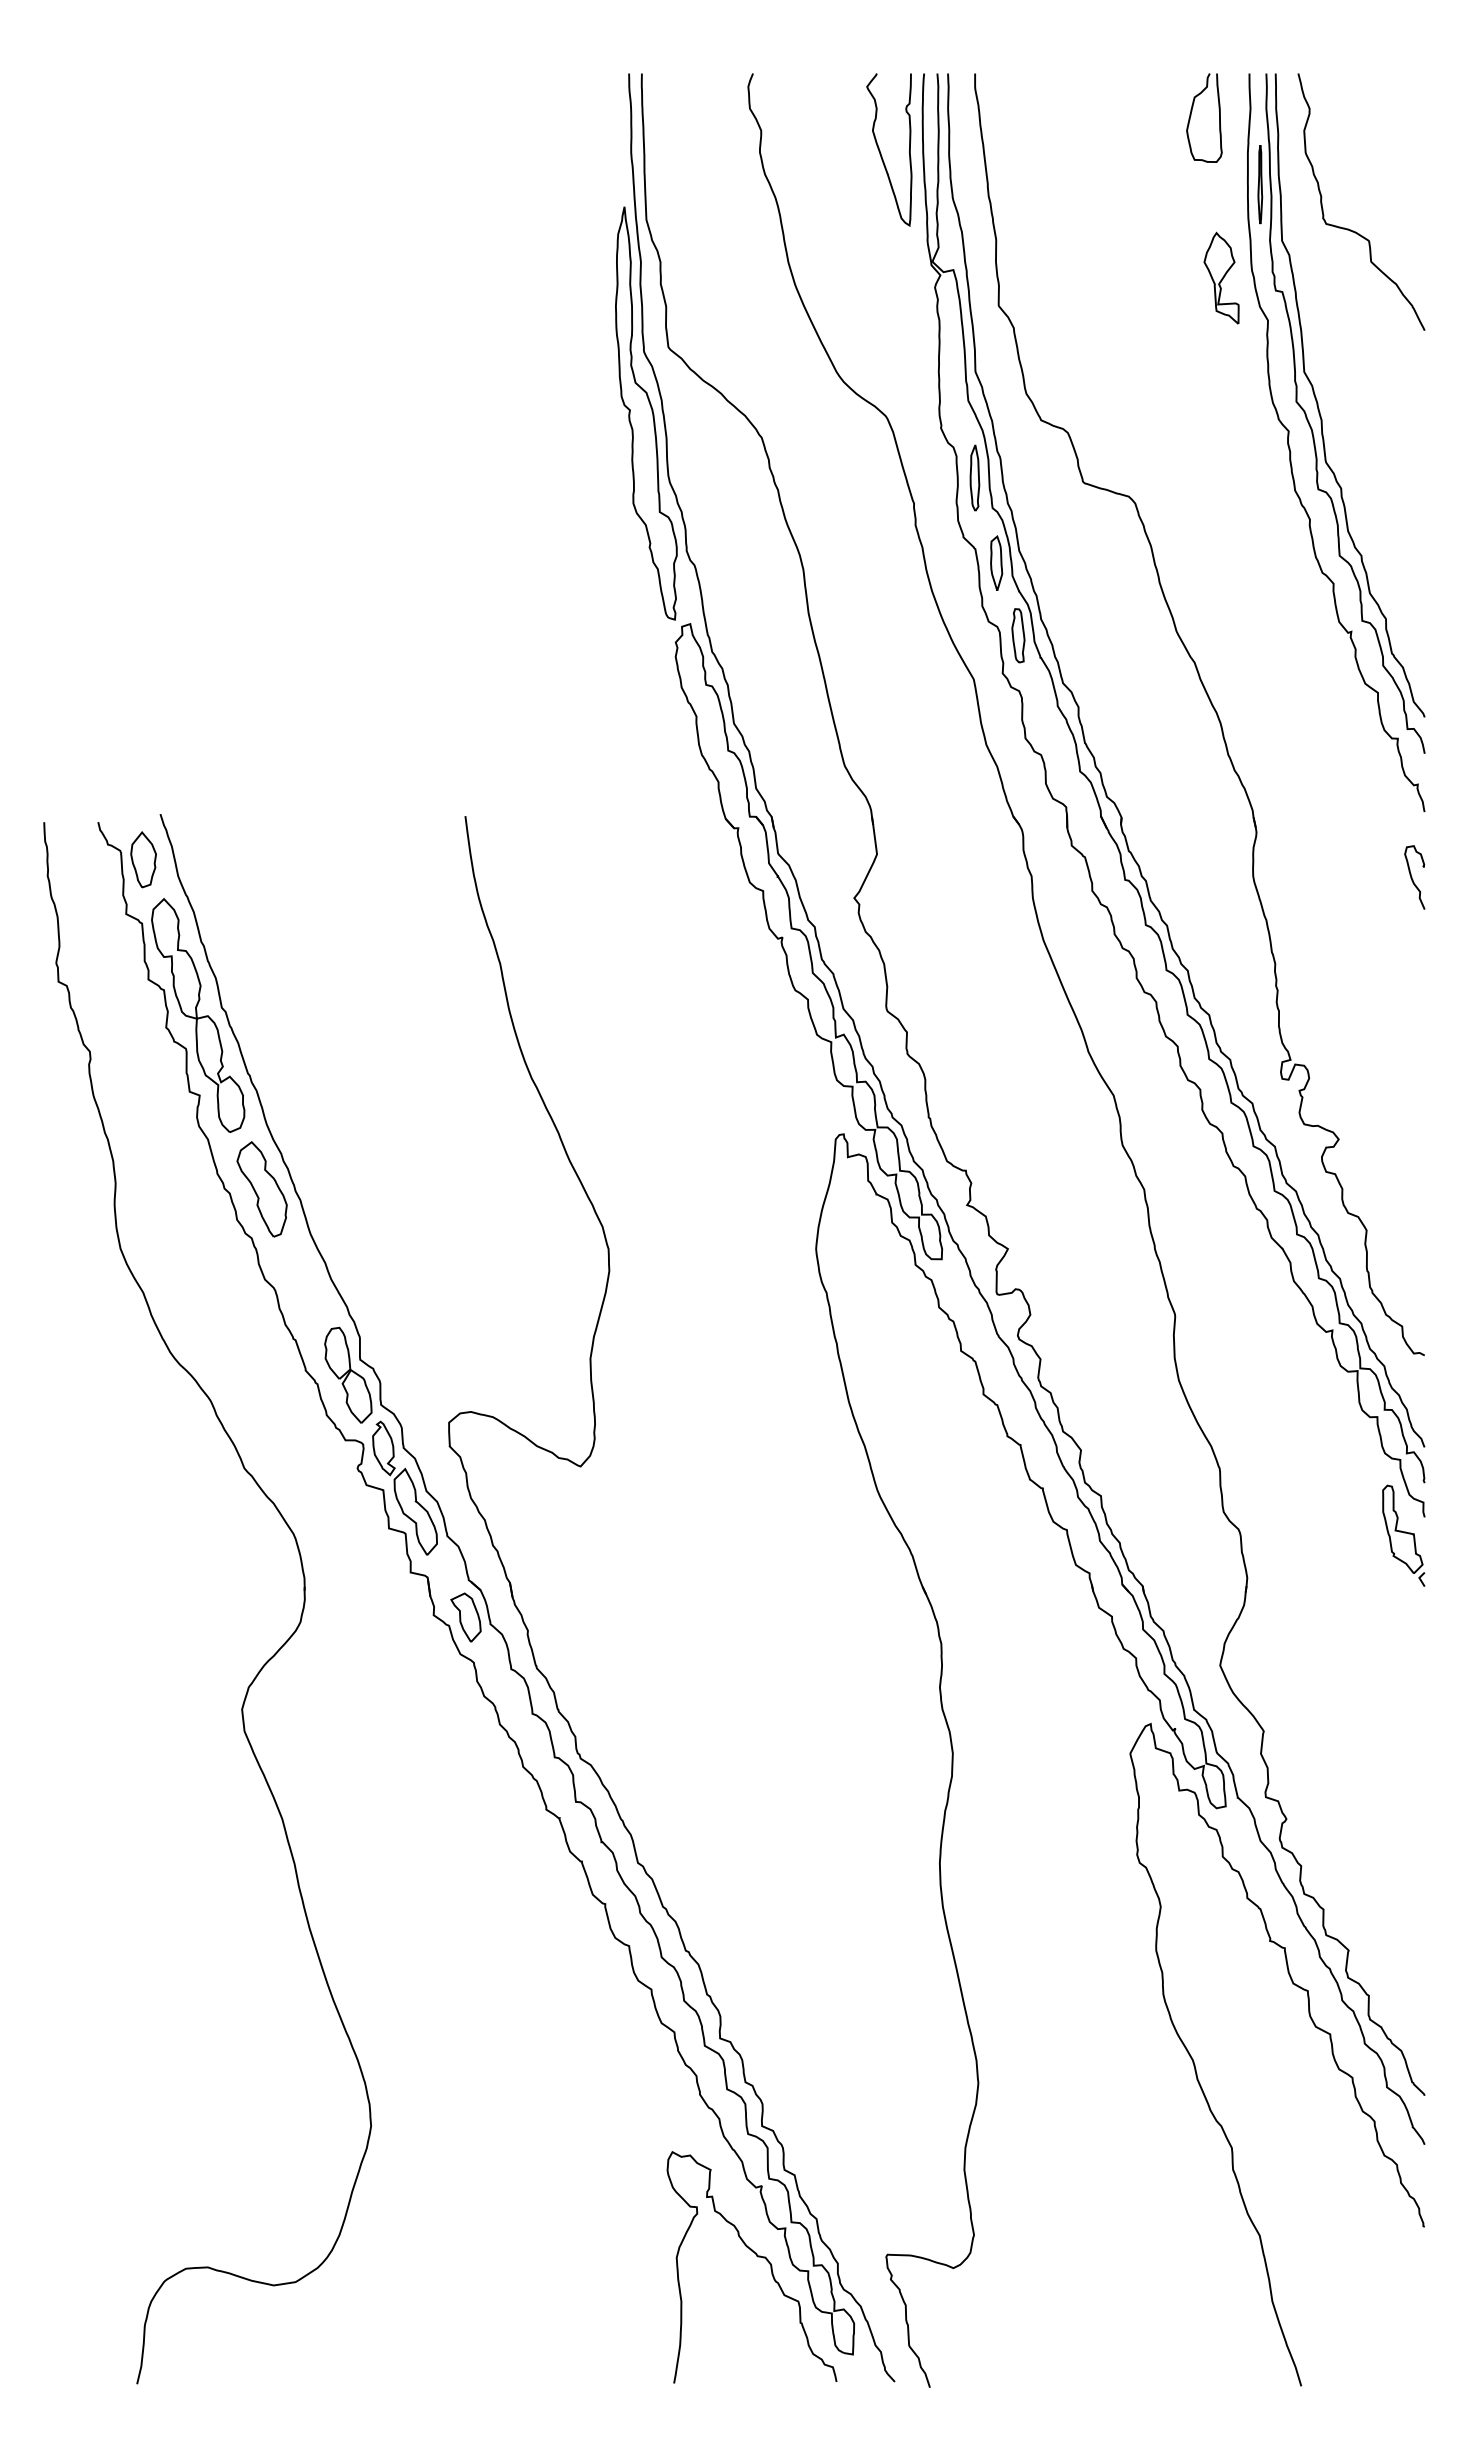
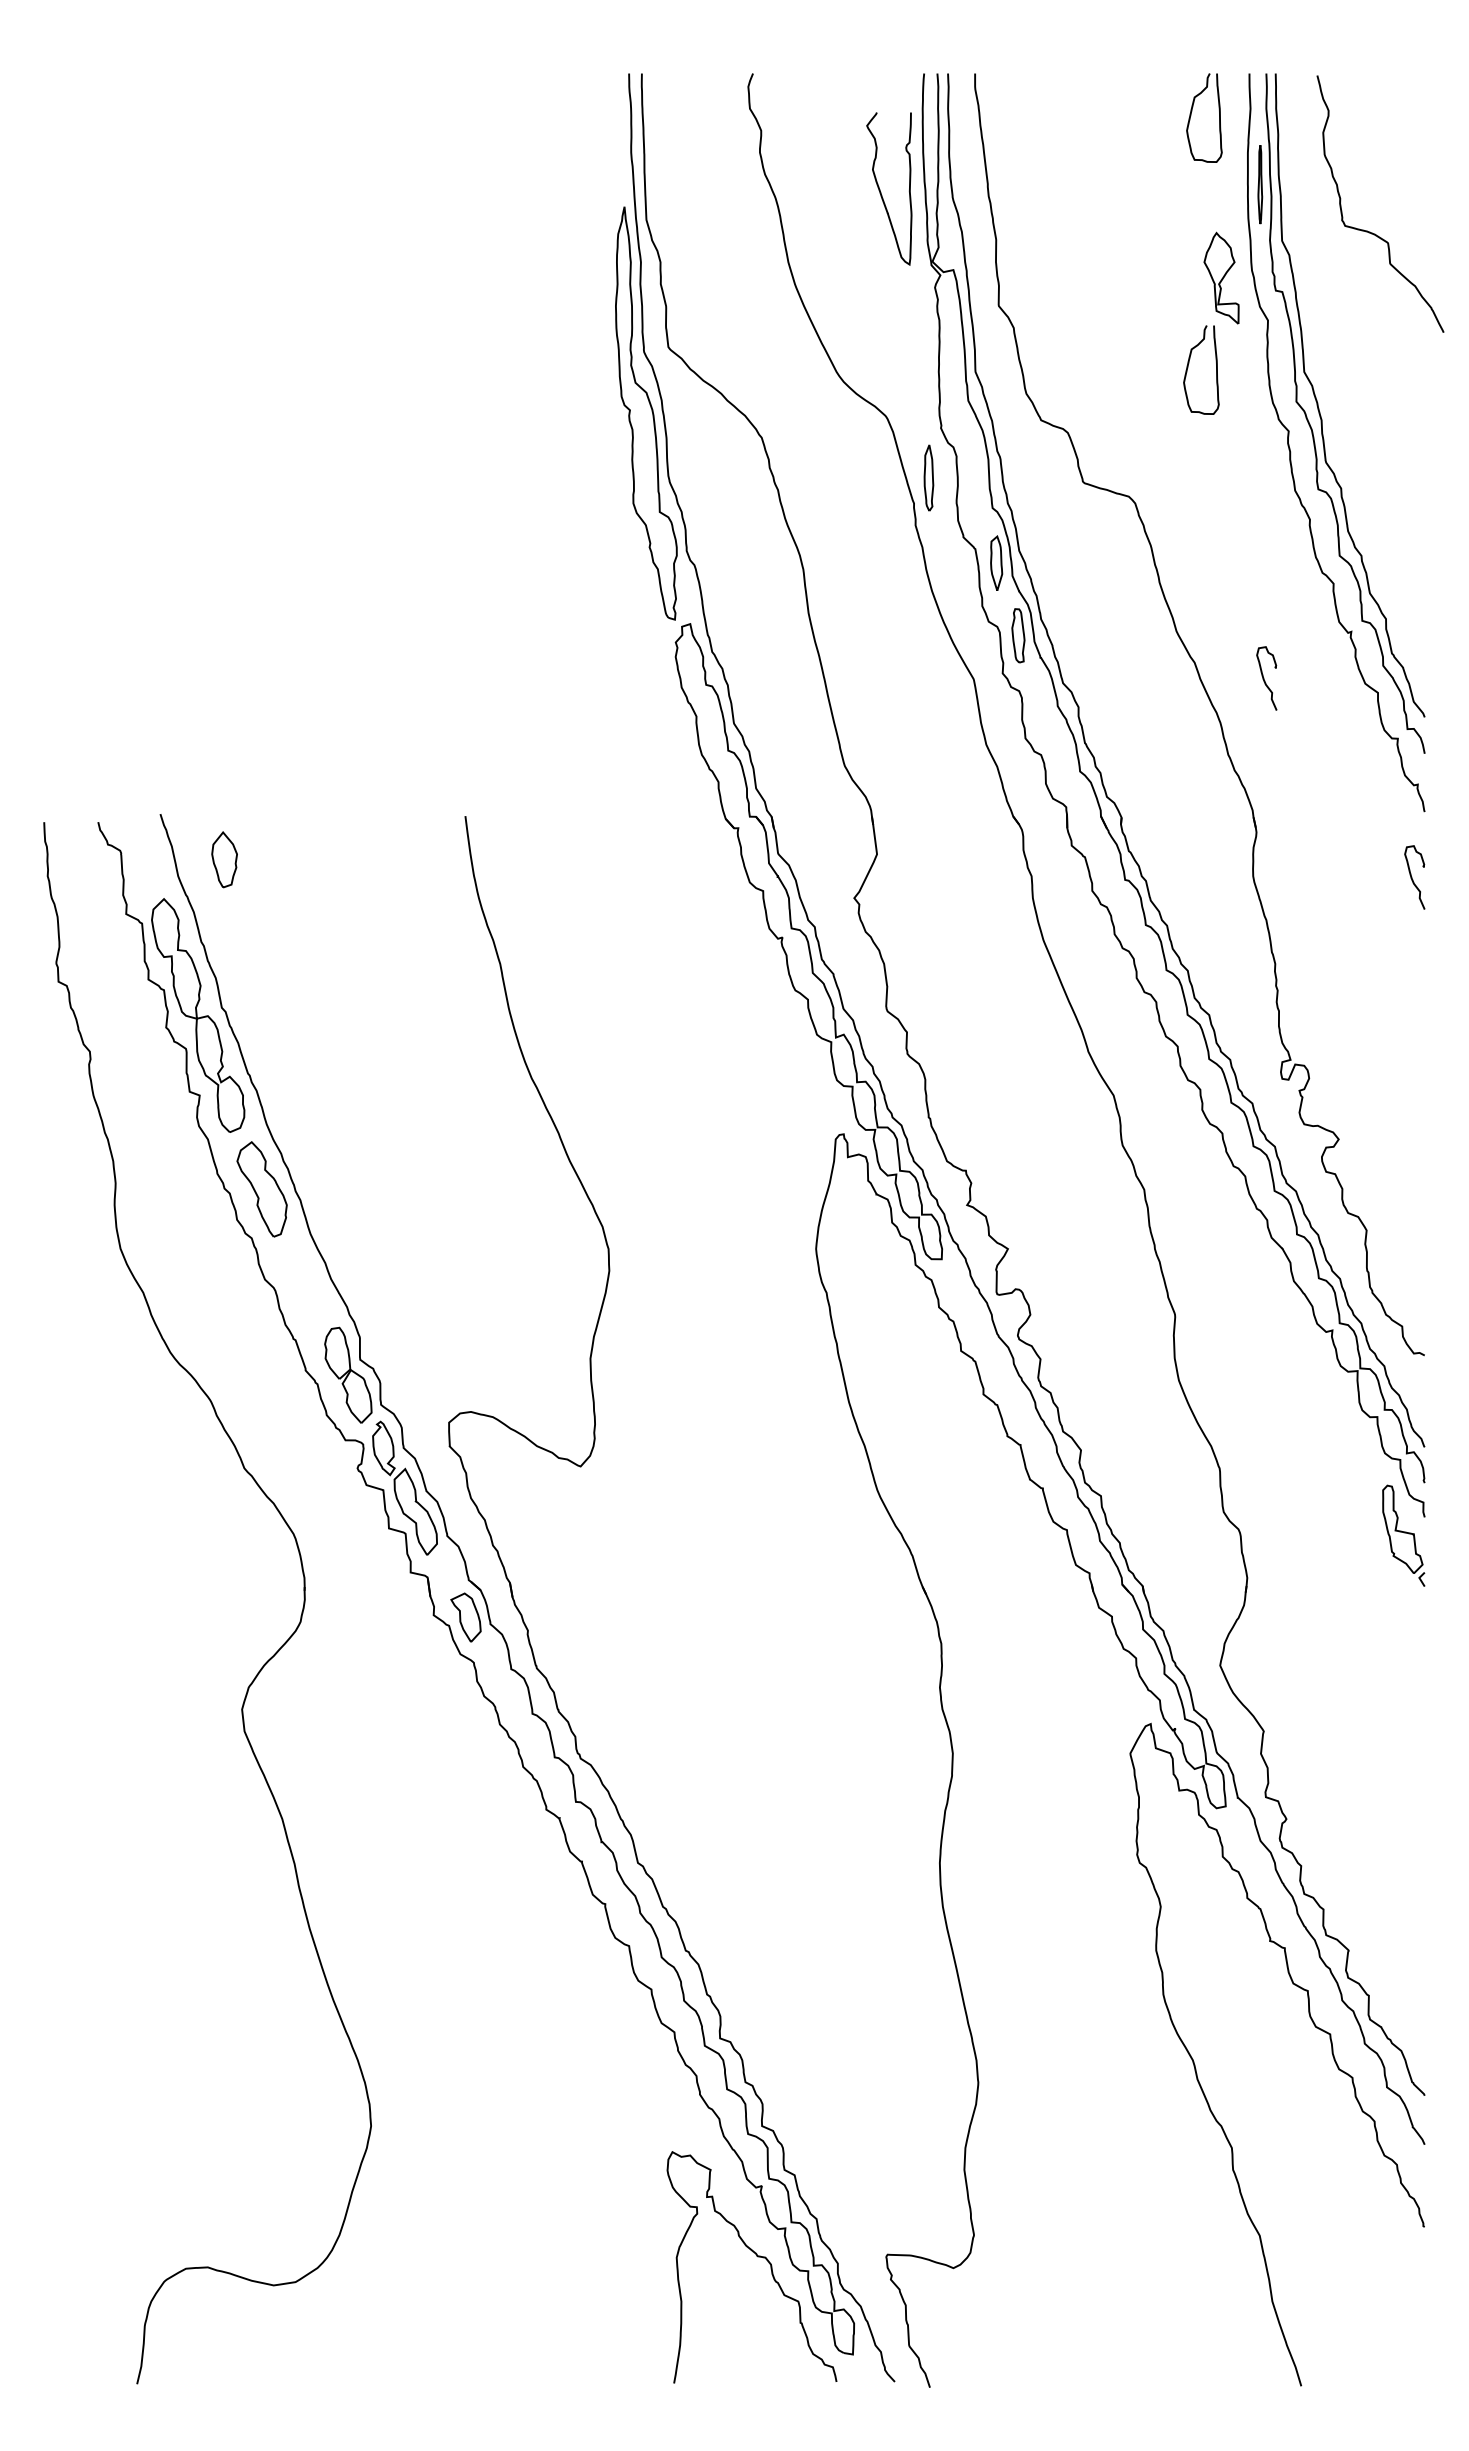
curve at (881, 153) position: (881, 153) -> (881, 192)
curve at (1351, 229) position: (1351, 229) -> (1370, 231)
curve at (1188, 368): none -> present
part at (974, 477) position: (974, 477) -> (928, 477)
curve at (1264, 678): none -> present
part at (143, 859) position: (143, 859) -> (224, 859)
